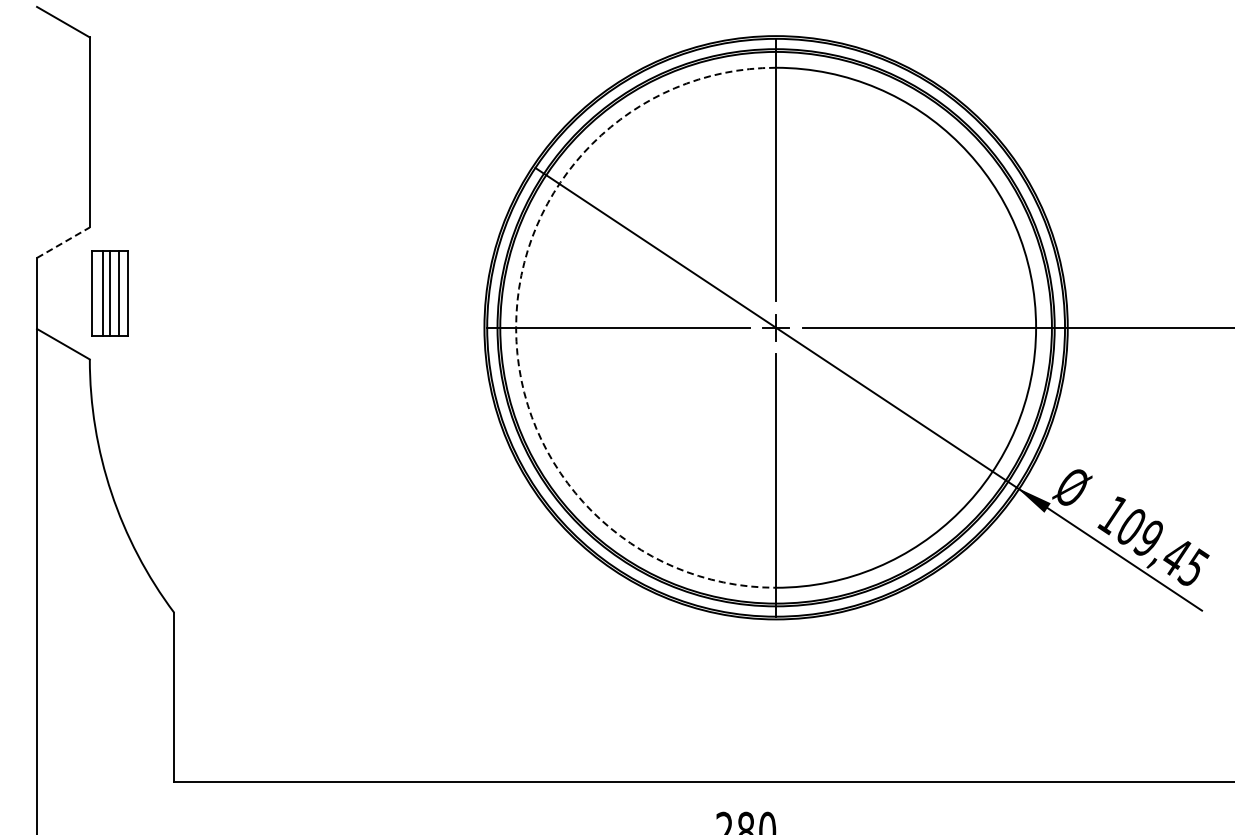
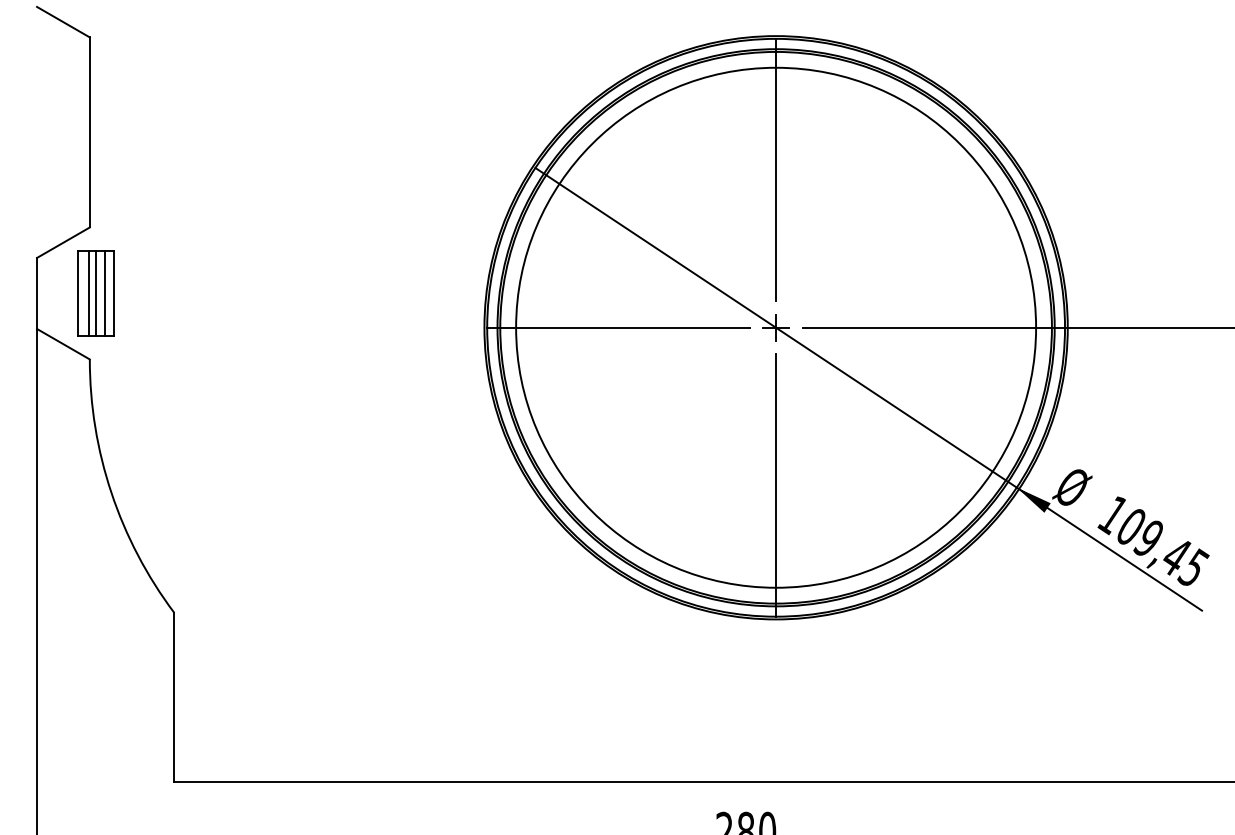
line at (63, 242): dashed -> solid
part at (109, 293) position: (109, 293) -> (95, 293)
arc at (516, 327): dashed -> solid
